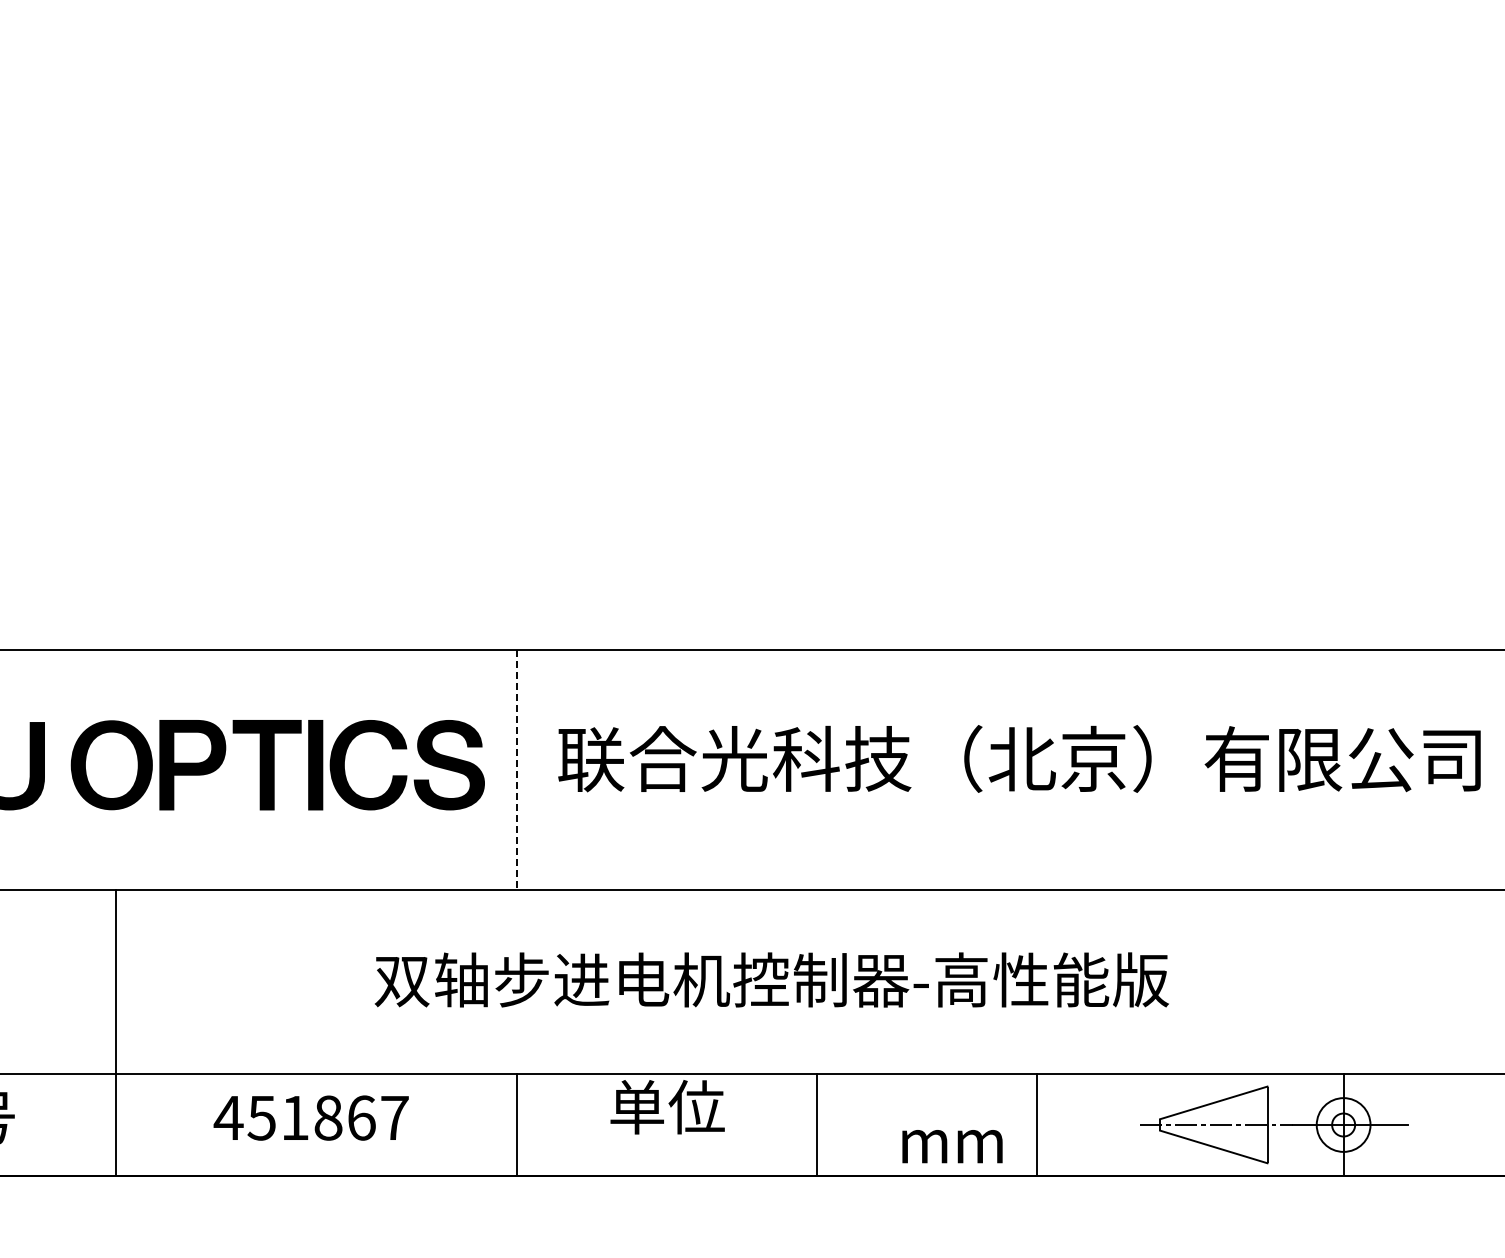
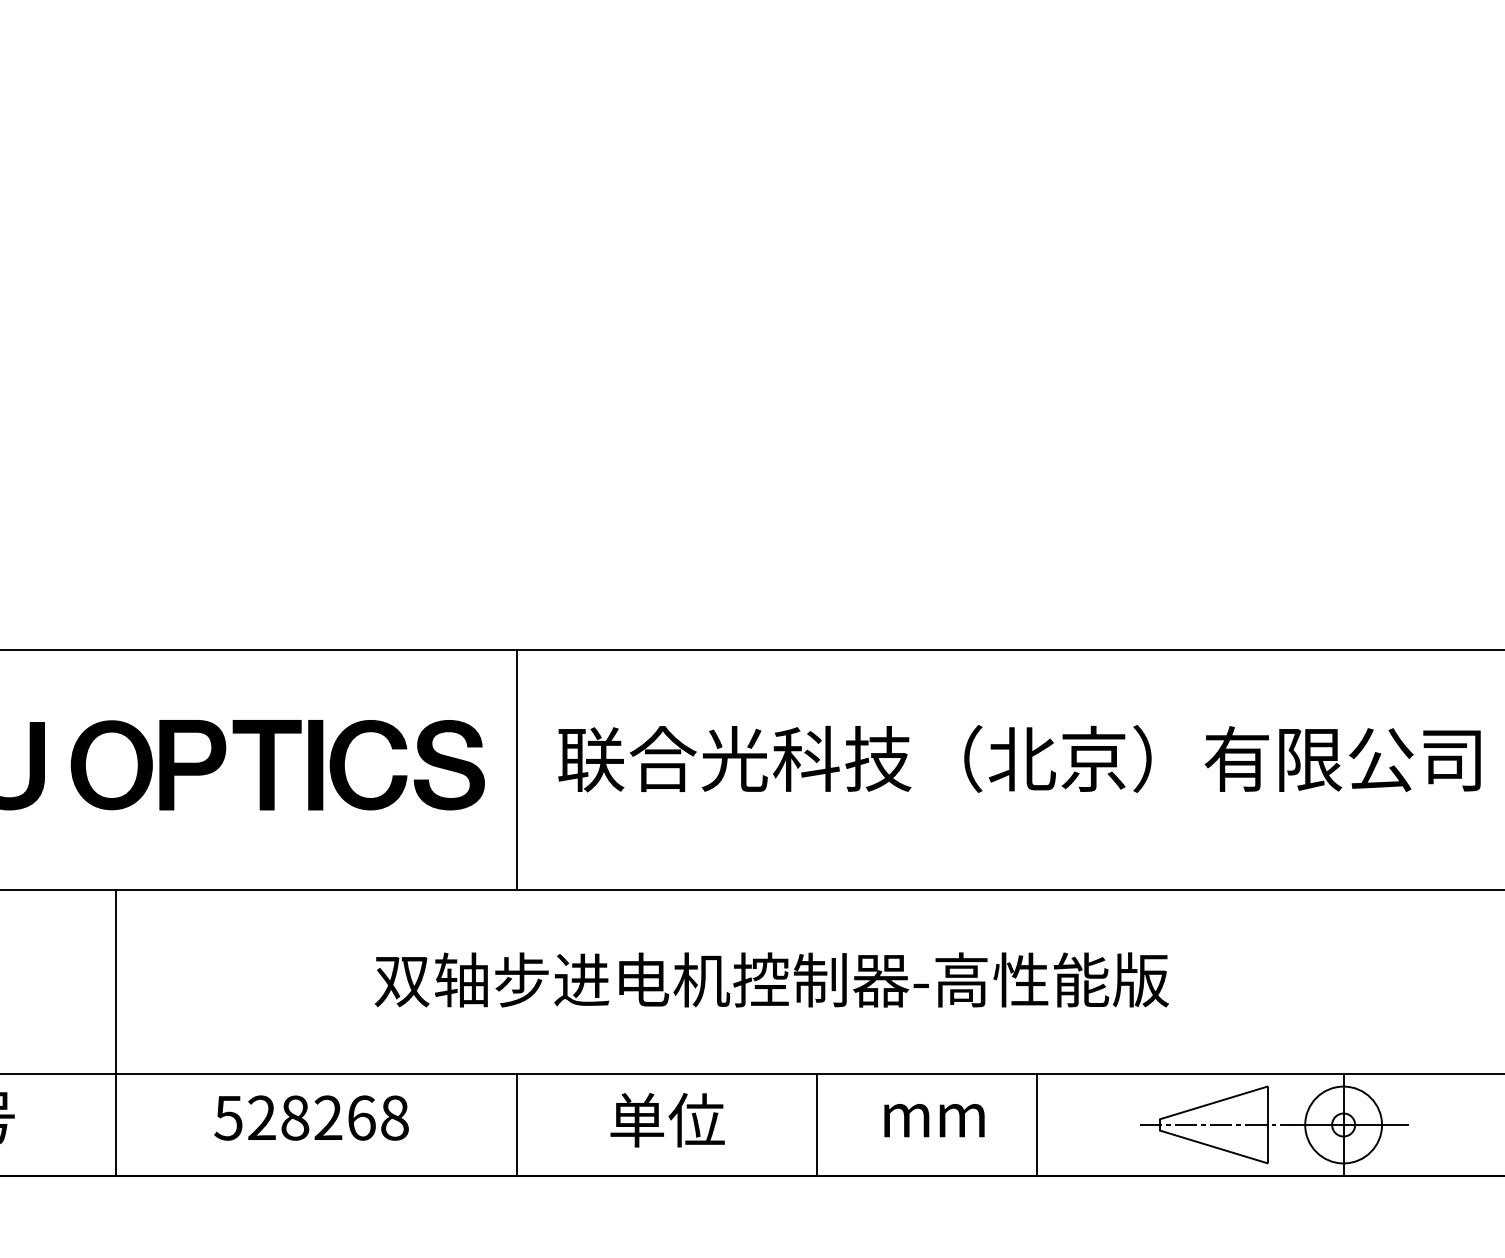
line at (516, 768): dashed -> solid
text at (667, 1107) position: (667, 1107) -> (667, 1120)
text at (310, 1117): 451867 -> 528268
circle at (1343, 1124) diameter: 54 px -> 77 px
text at (952, 1146) position: (952, 1146) -> (934, 1120)
